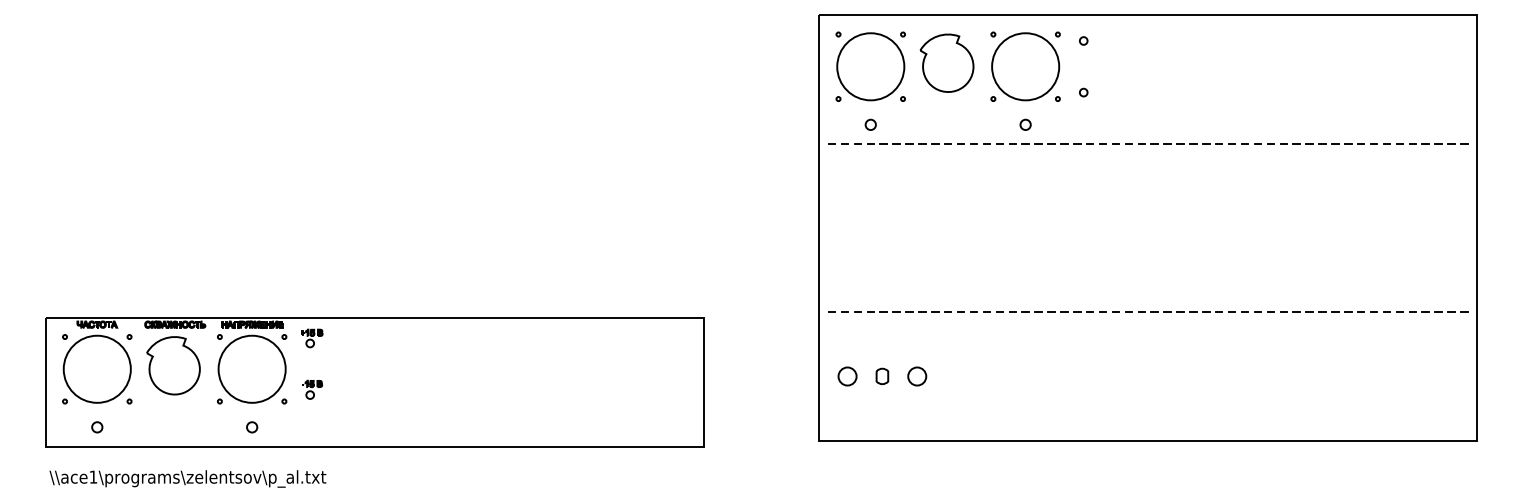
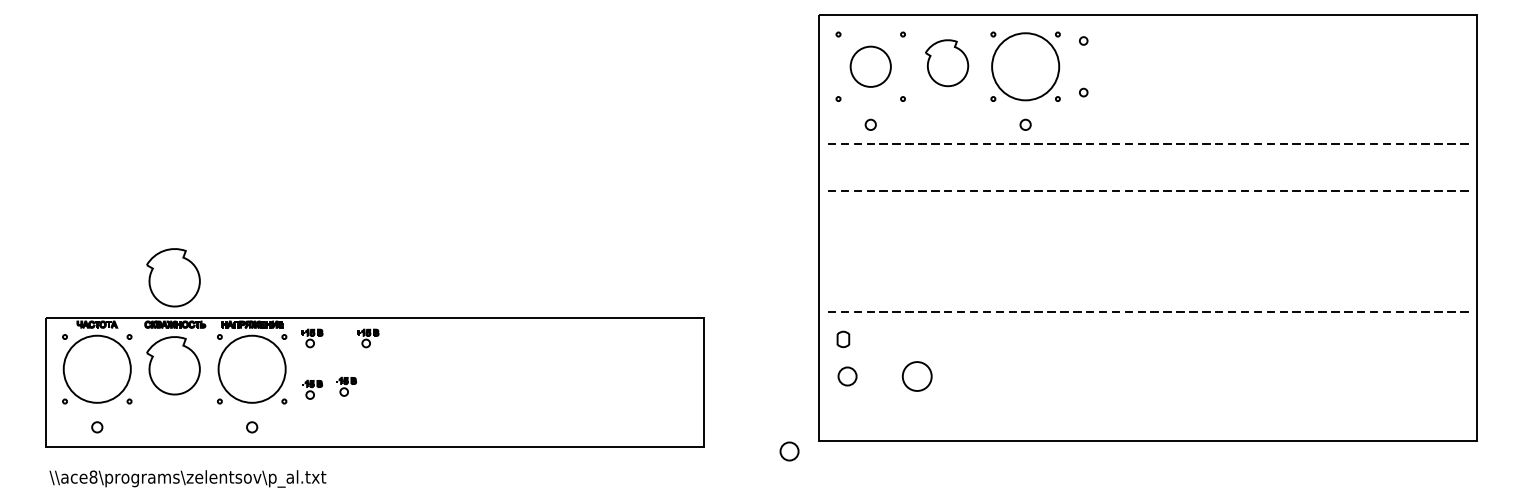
part at (946, 62) size: 56x60 px -> 45x49 px
circle at (870, 66) diameter: 67 px -> 40 px
line at (1150, 190): none -> present
part at (173, 277): none -> present
part at (368, 338): none -> present
part at (882, 375) position: (882, 375) -> (843, 338)
circle at (917, 376) diameter: 18 px -> 29 px
part at (346, 386): none -> present
circle at (789, 451): none -> present
text at (93, 476): ace1 -> ace8
